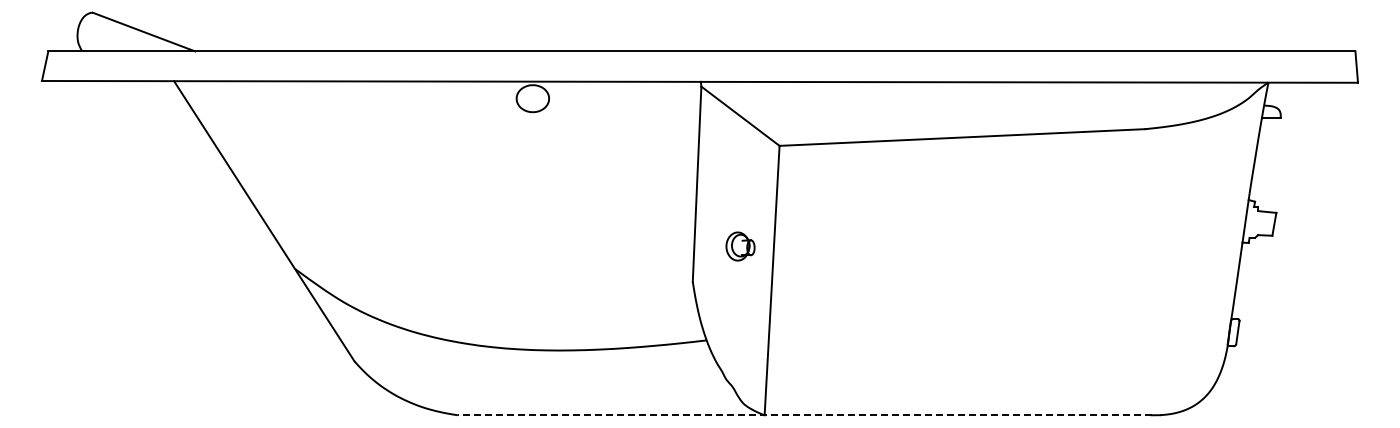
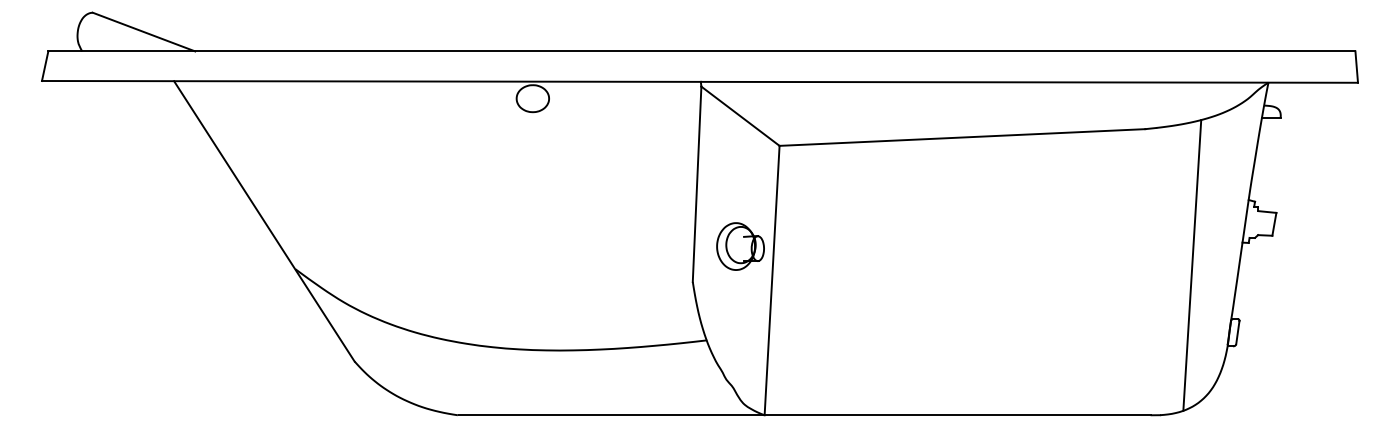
part at (740, 246) size: 31x31 px -> 49x49 px
line at (1192, 265): none -> present
line at (804, 415): dashed -> solid
